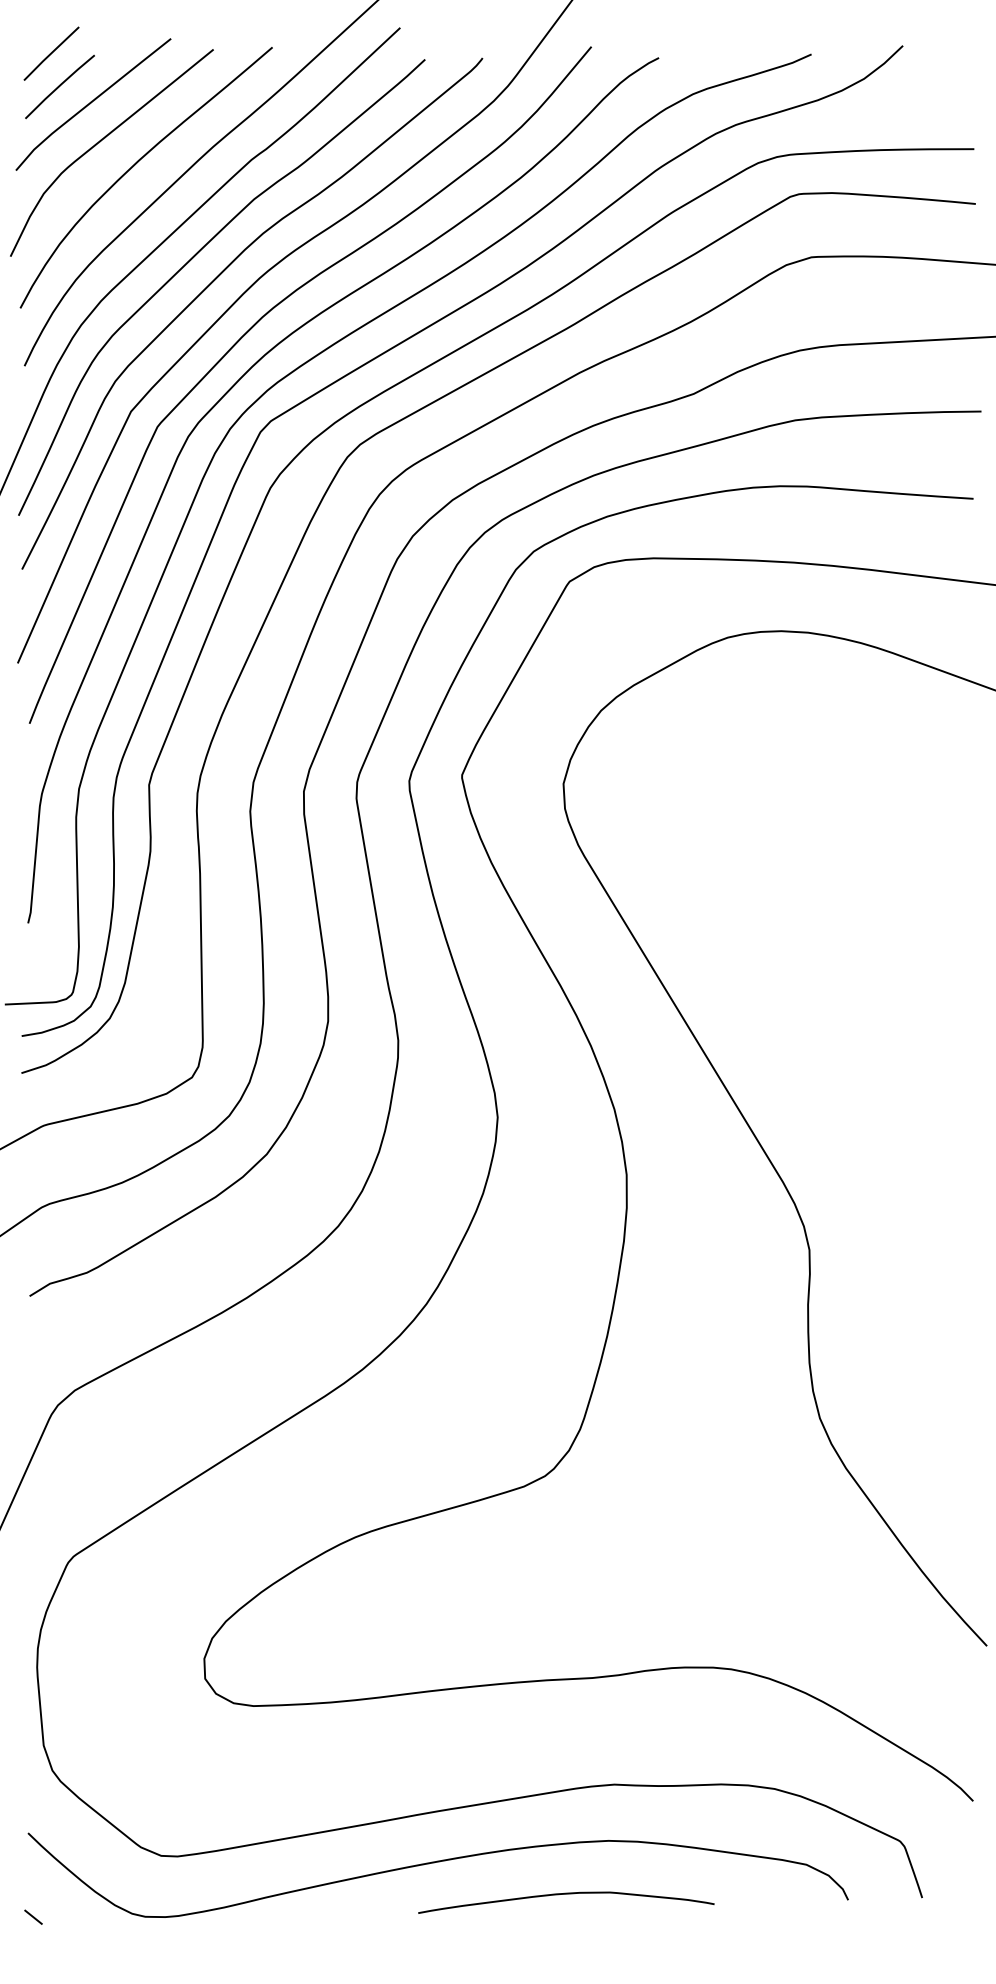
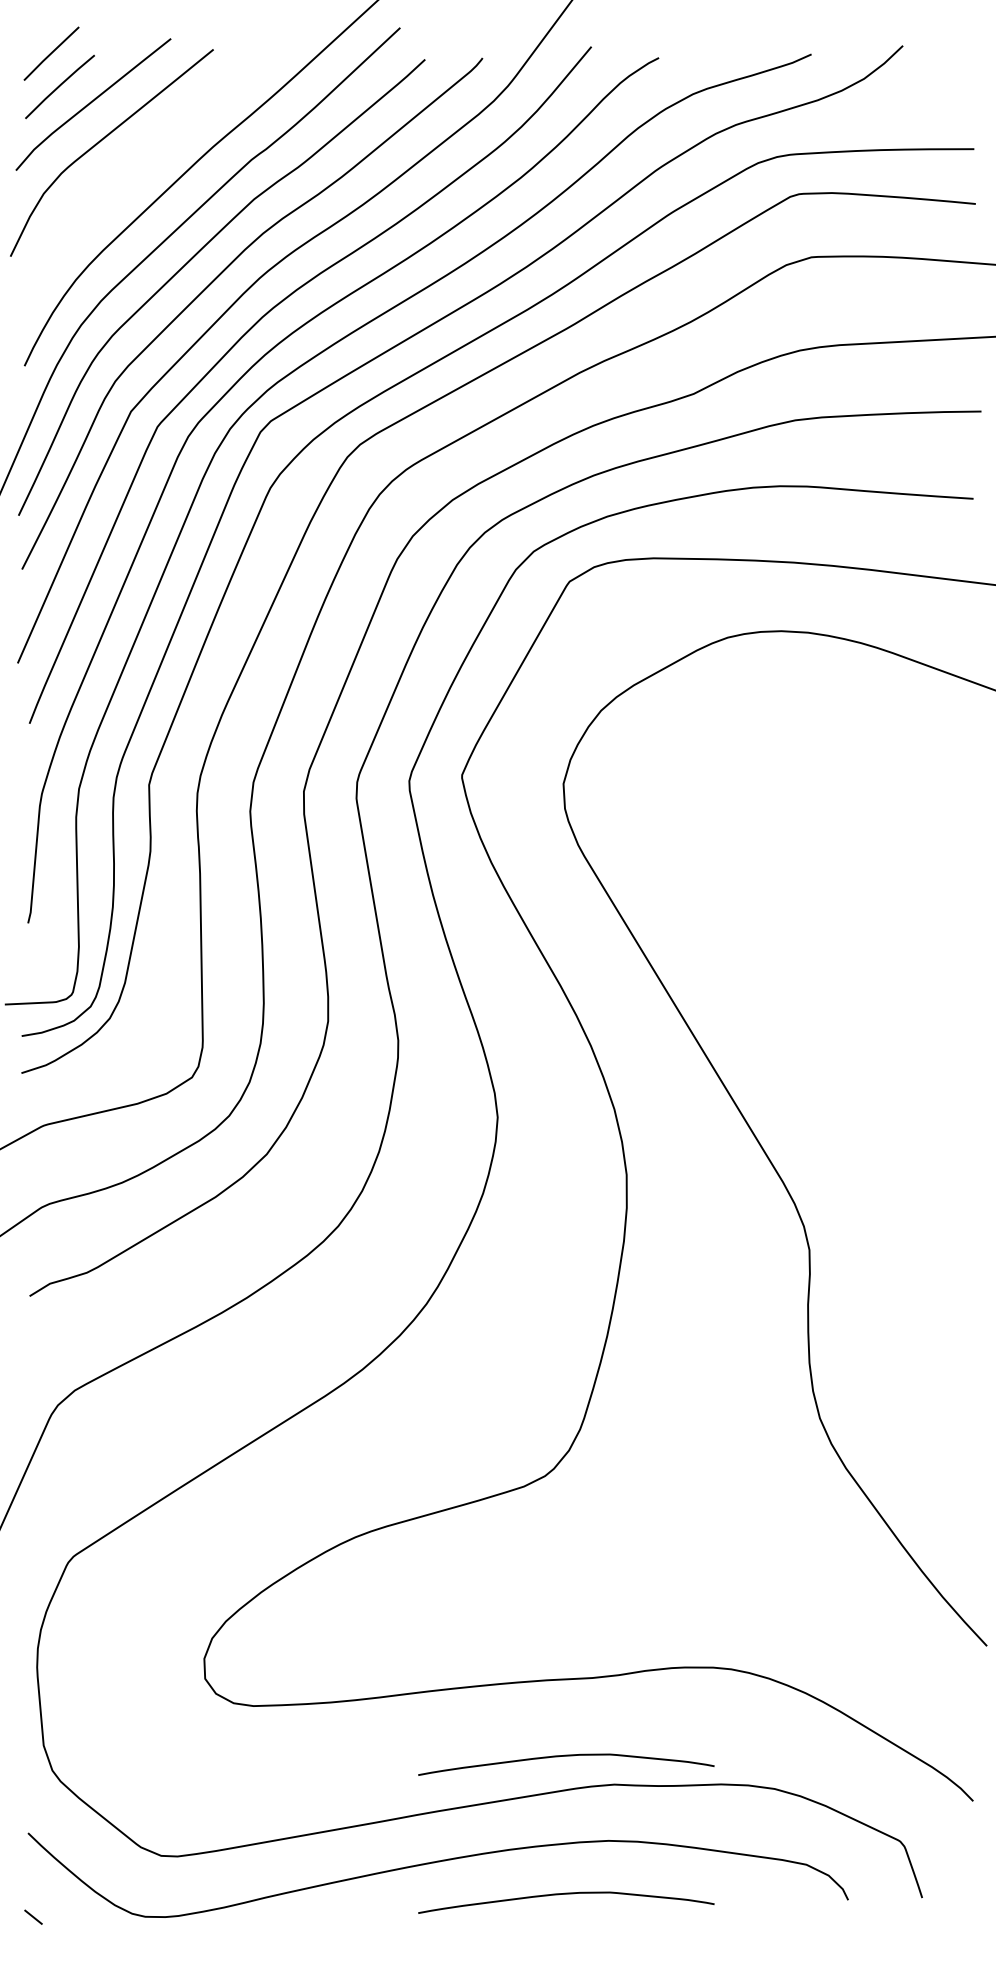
curve at (134, 166): present -> none
curve at (566, 1756): none -> present
